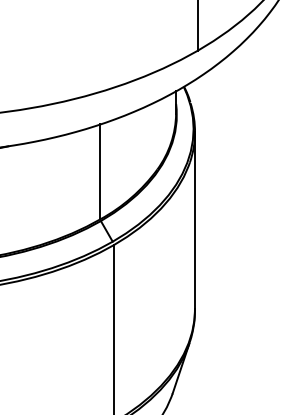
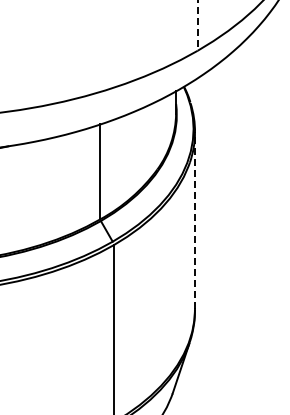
line at (197, 25): solid -> dashed
line at (195, 220): solid -> dashed
